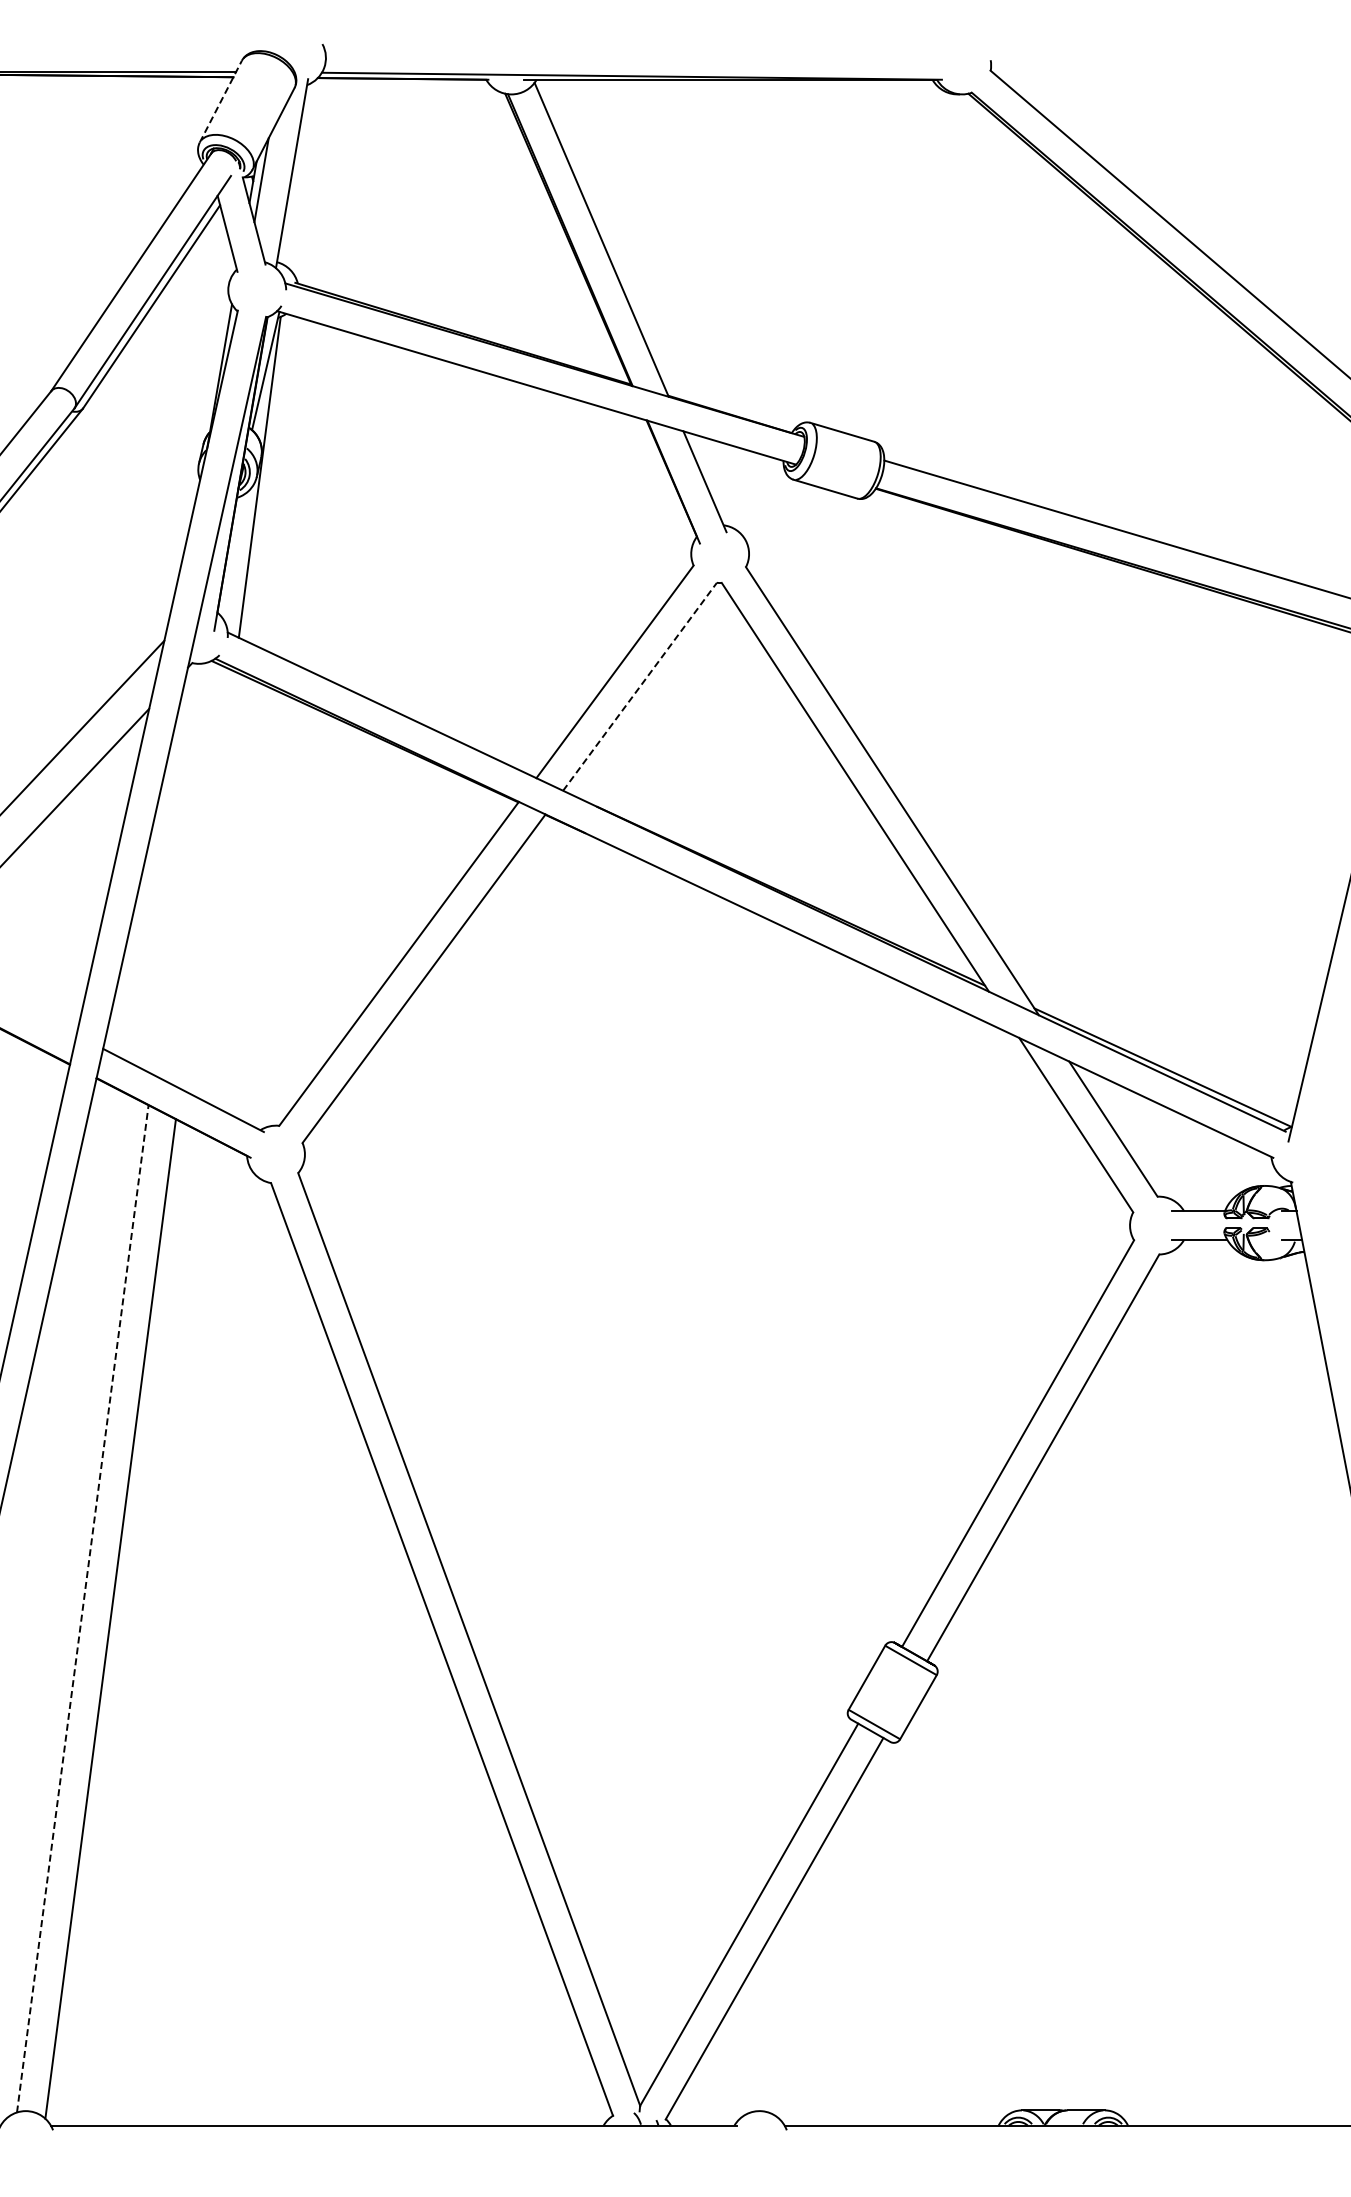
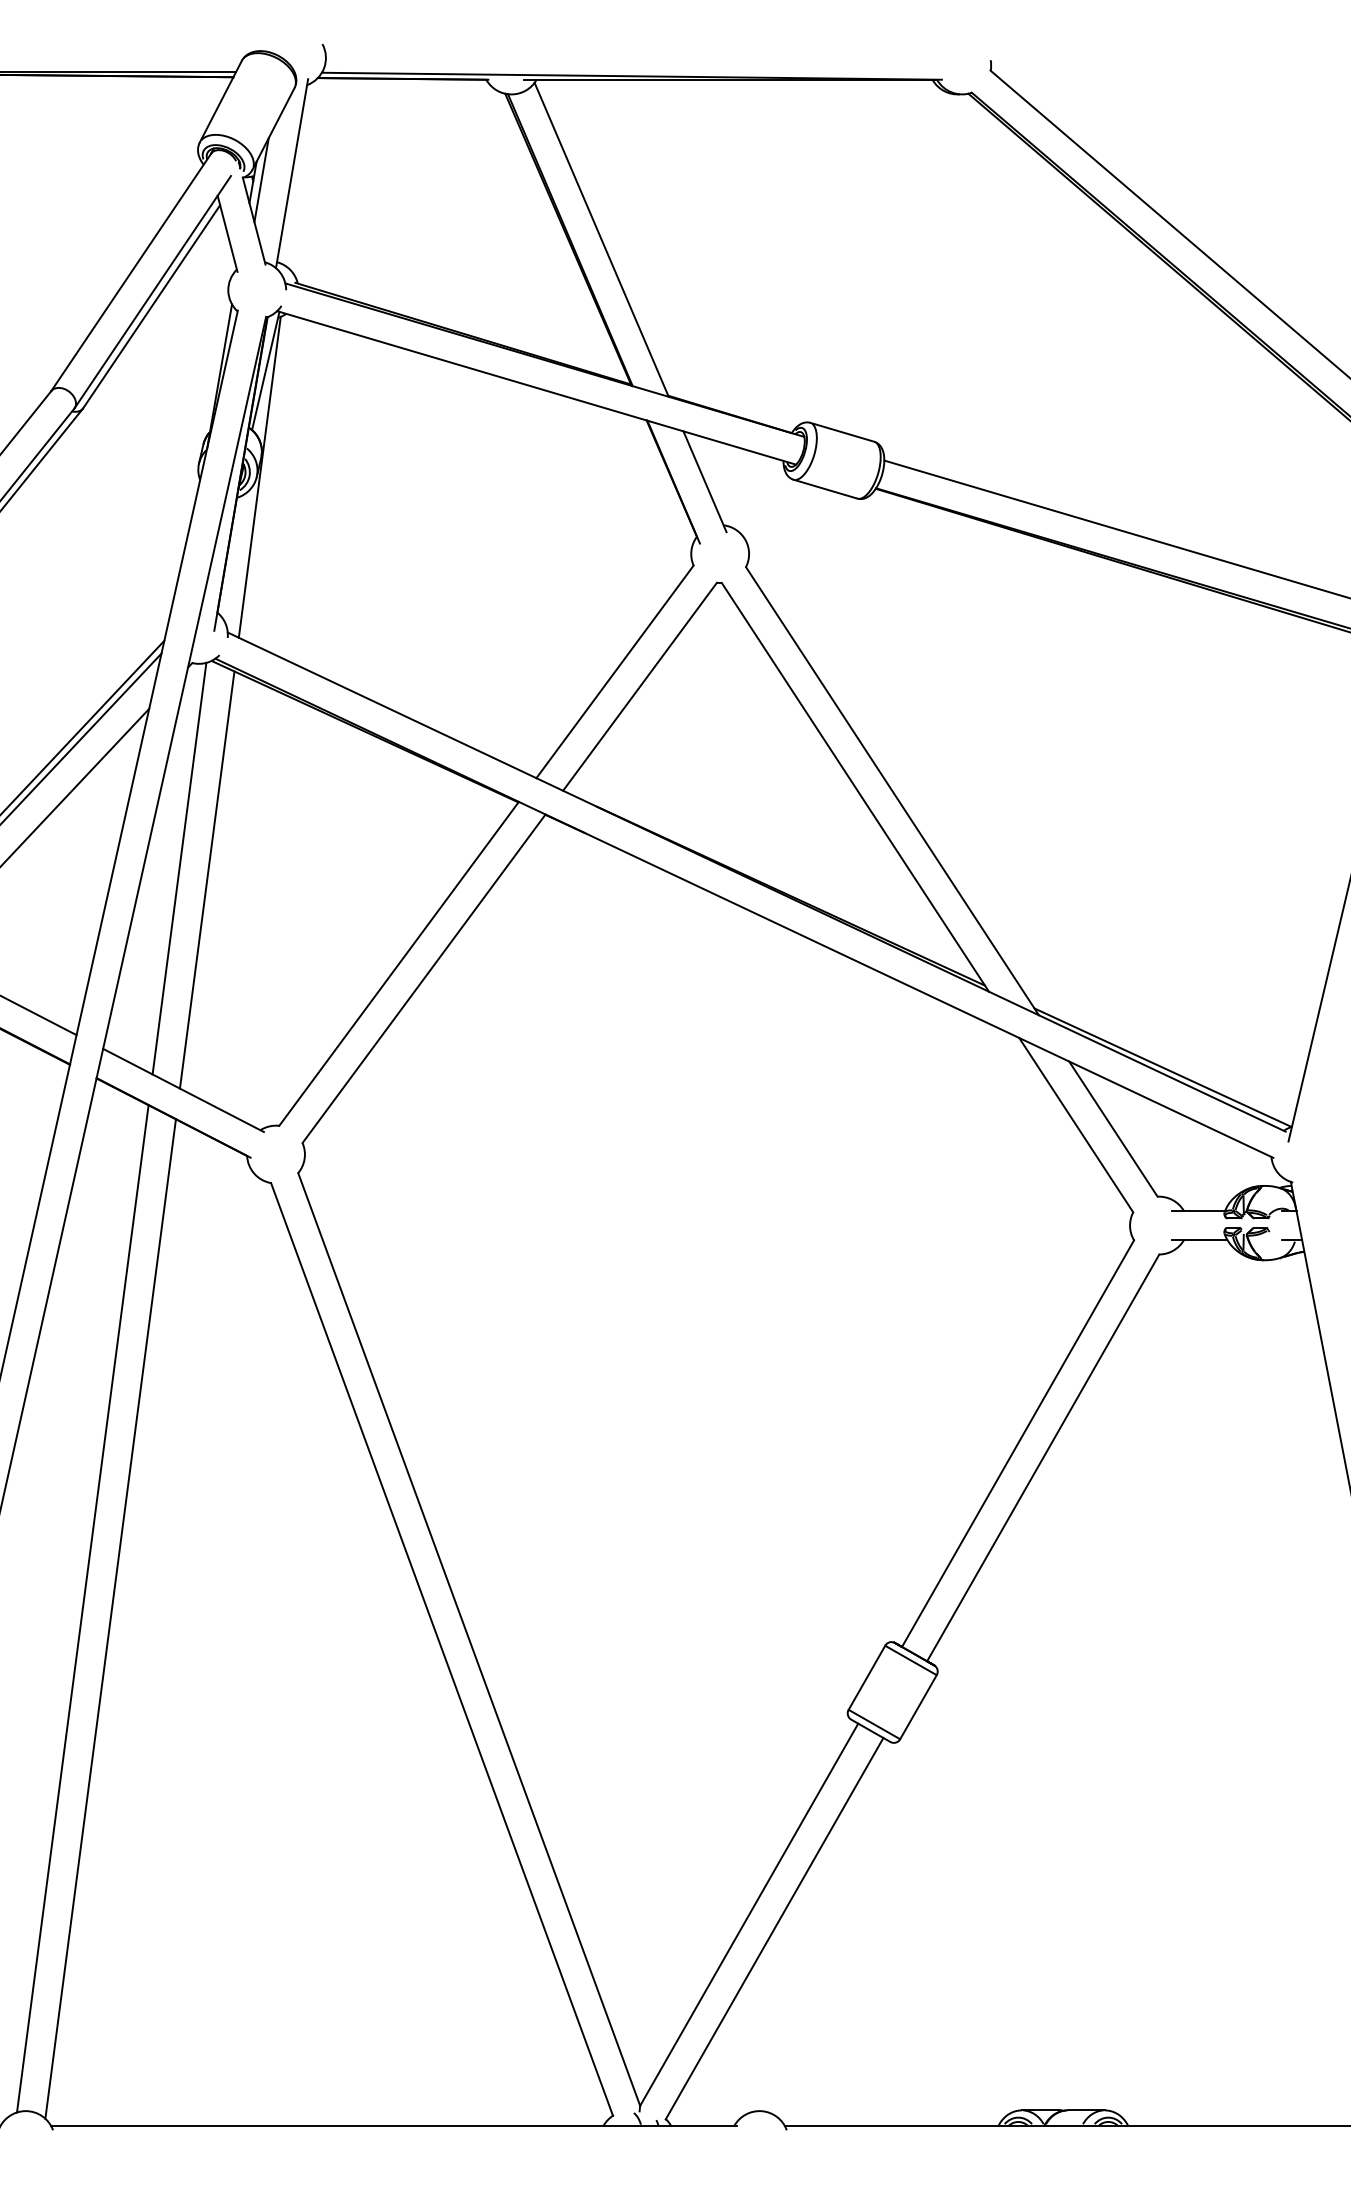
line at (220, 101): dashed -> solid
line at (640, 686): dashed -> solid
line at (81, 737): none -> present
line at (179, 868): none -> present
line at (206, 879): none -> present
line at (39, 1015): none -> present
line at (82, 1608): dashed -> solid
